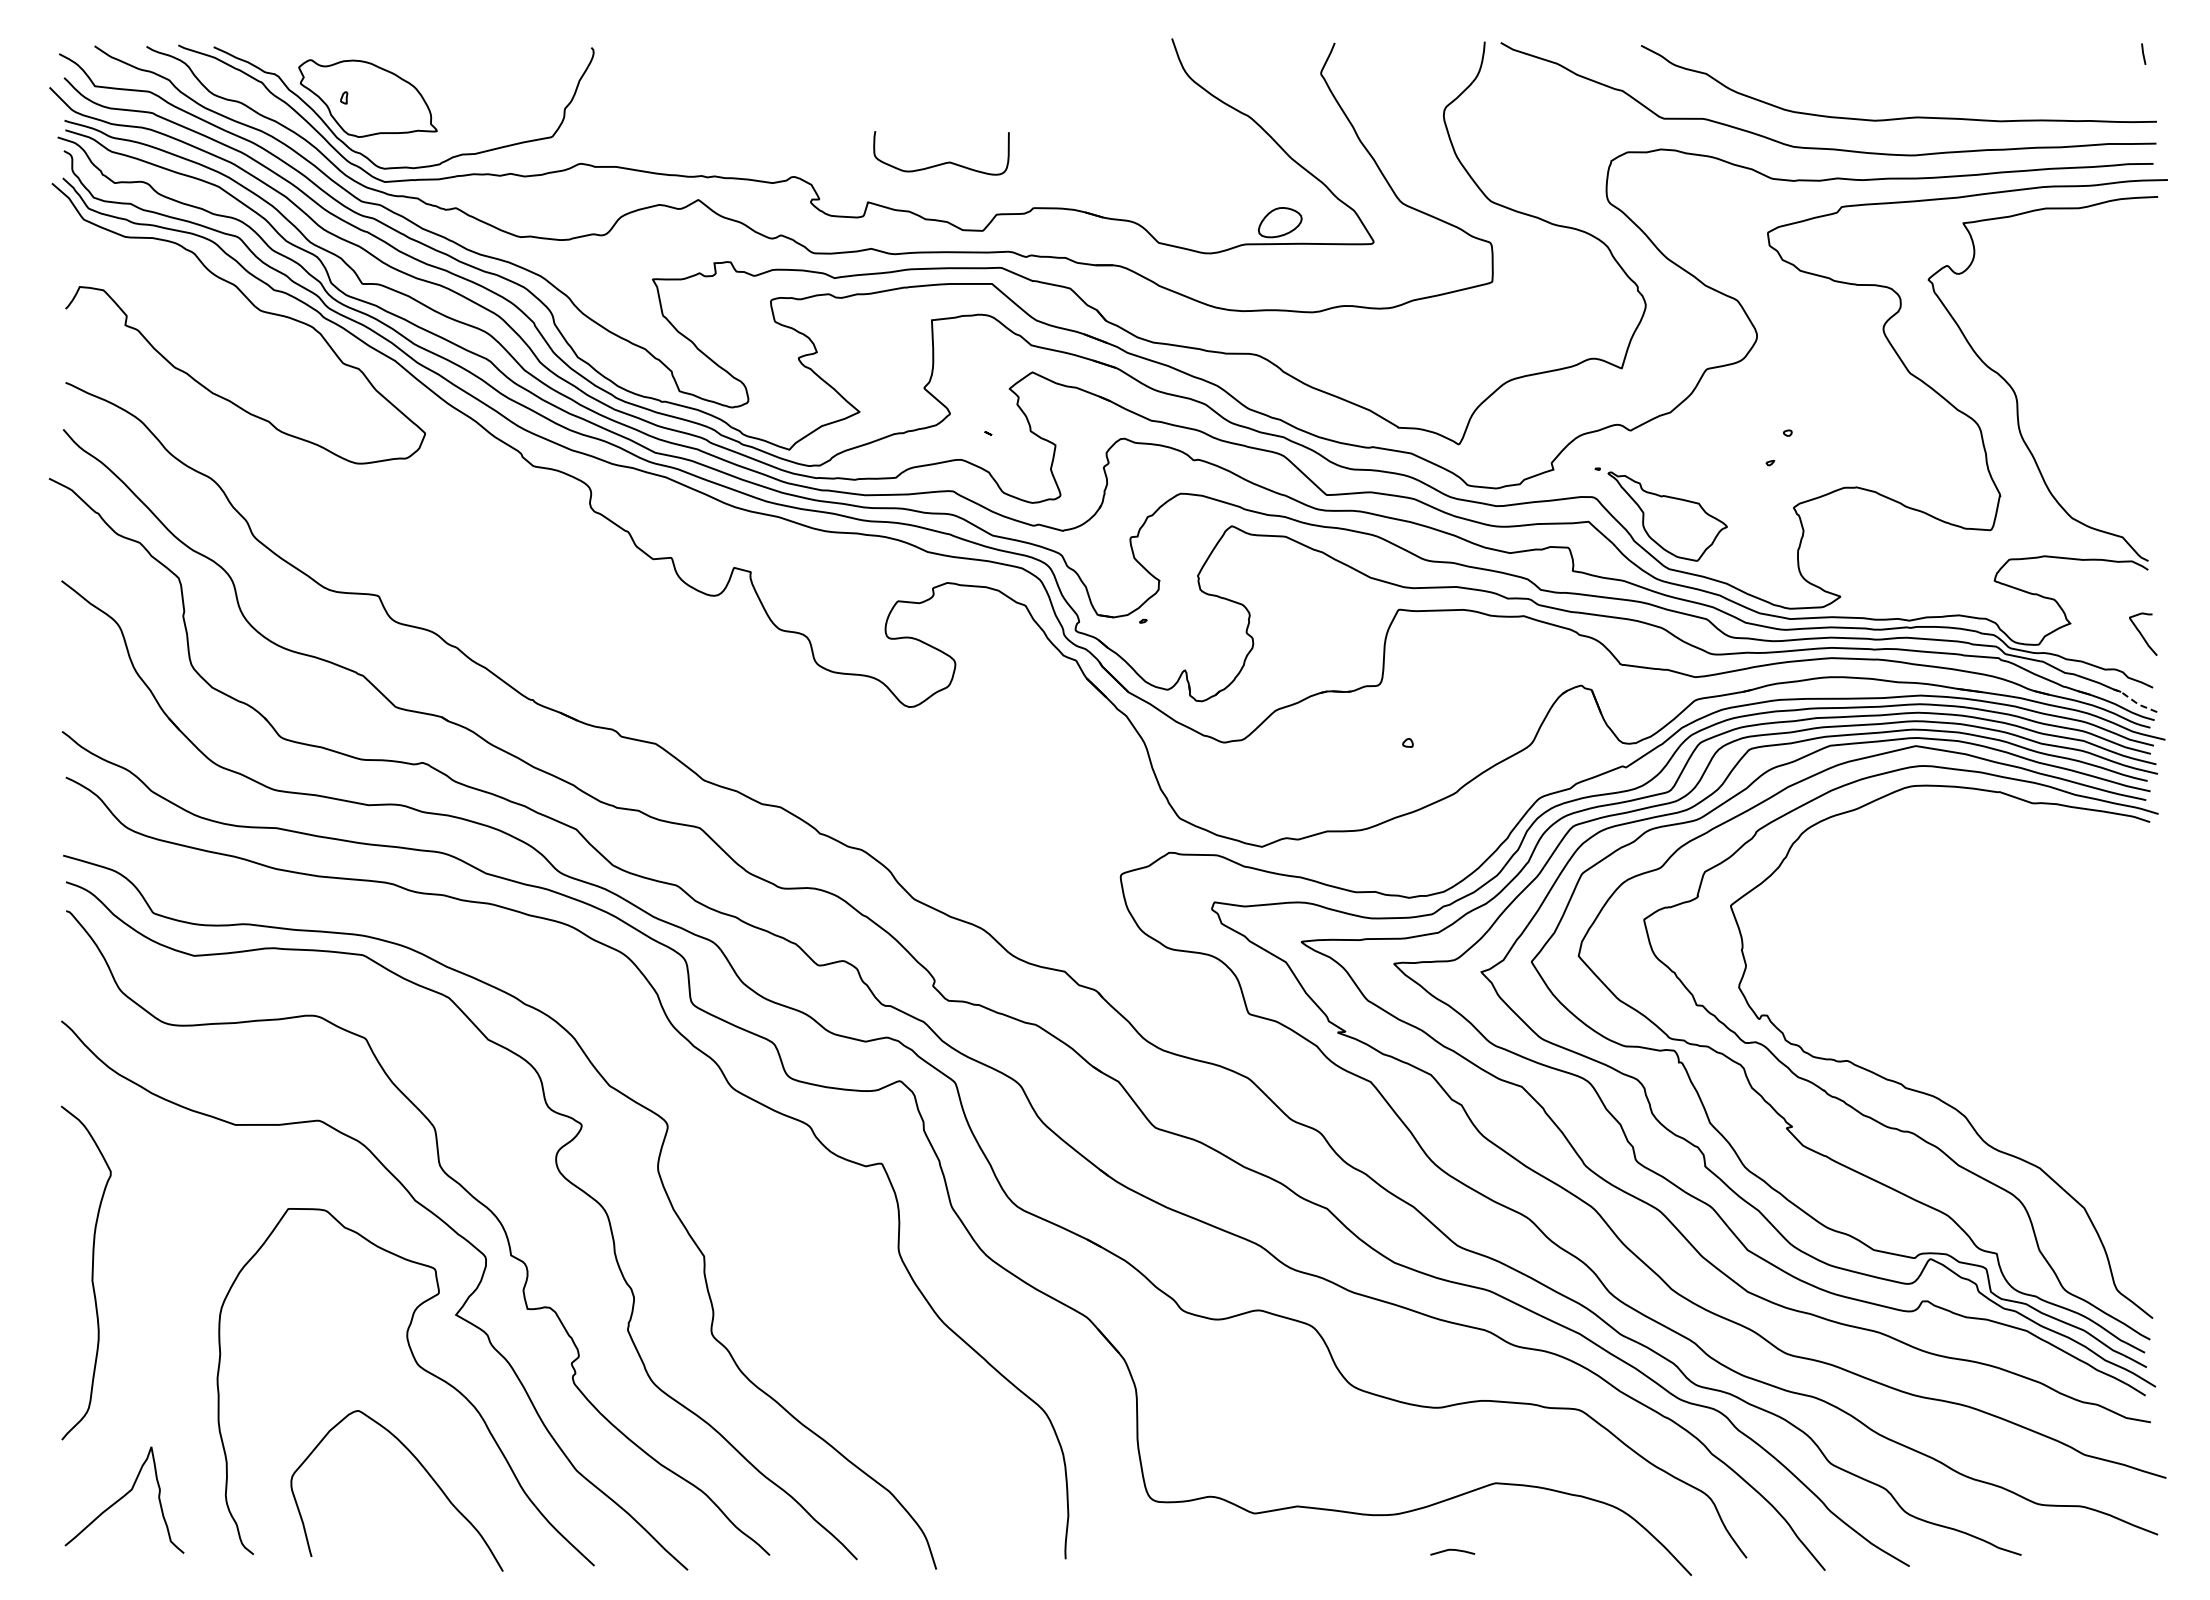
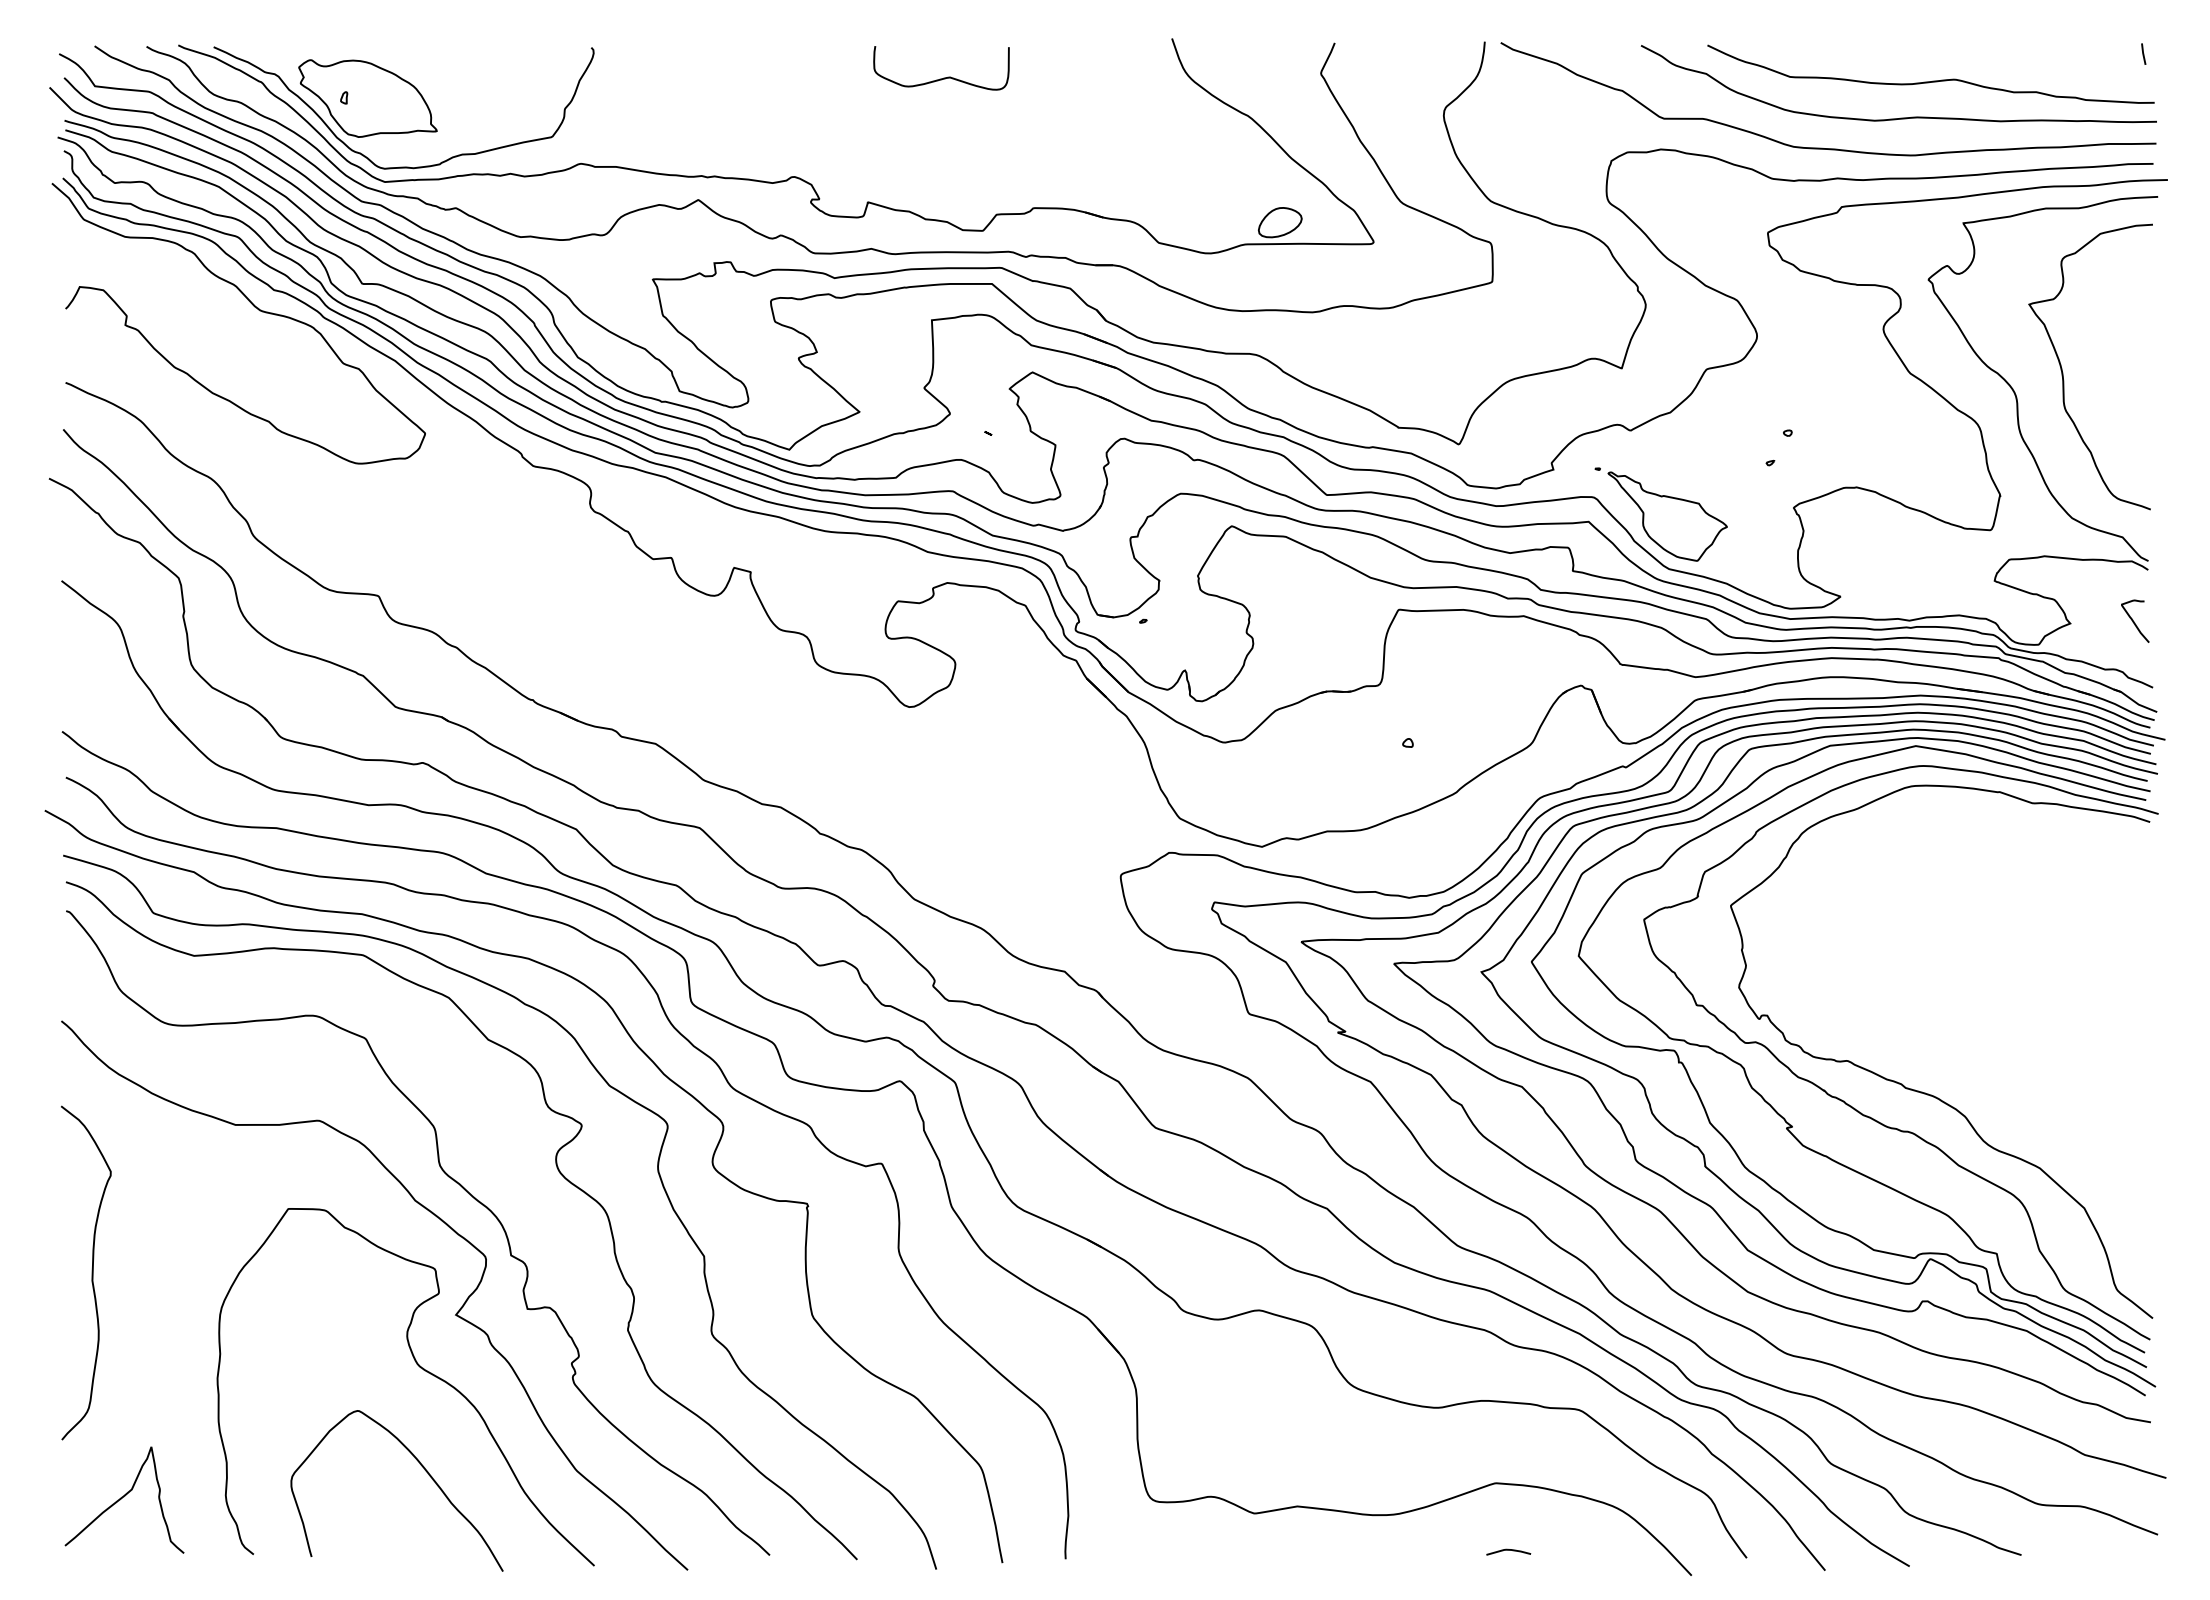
curve at (1932, 80): none -> present
curve at (943, 162) position: (943, 162) -> (943, 77)
curve at (2063, 372): none -> present
curve at (2142, 634) position: (2142, 634) -> (2134, 621)
line at (2134, 701): dashed -> solid
curve at (654, 1065): none -> present
curve at (1452, 1550) position: (1452, 1550) -> (1508, 1550)
